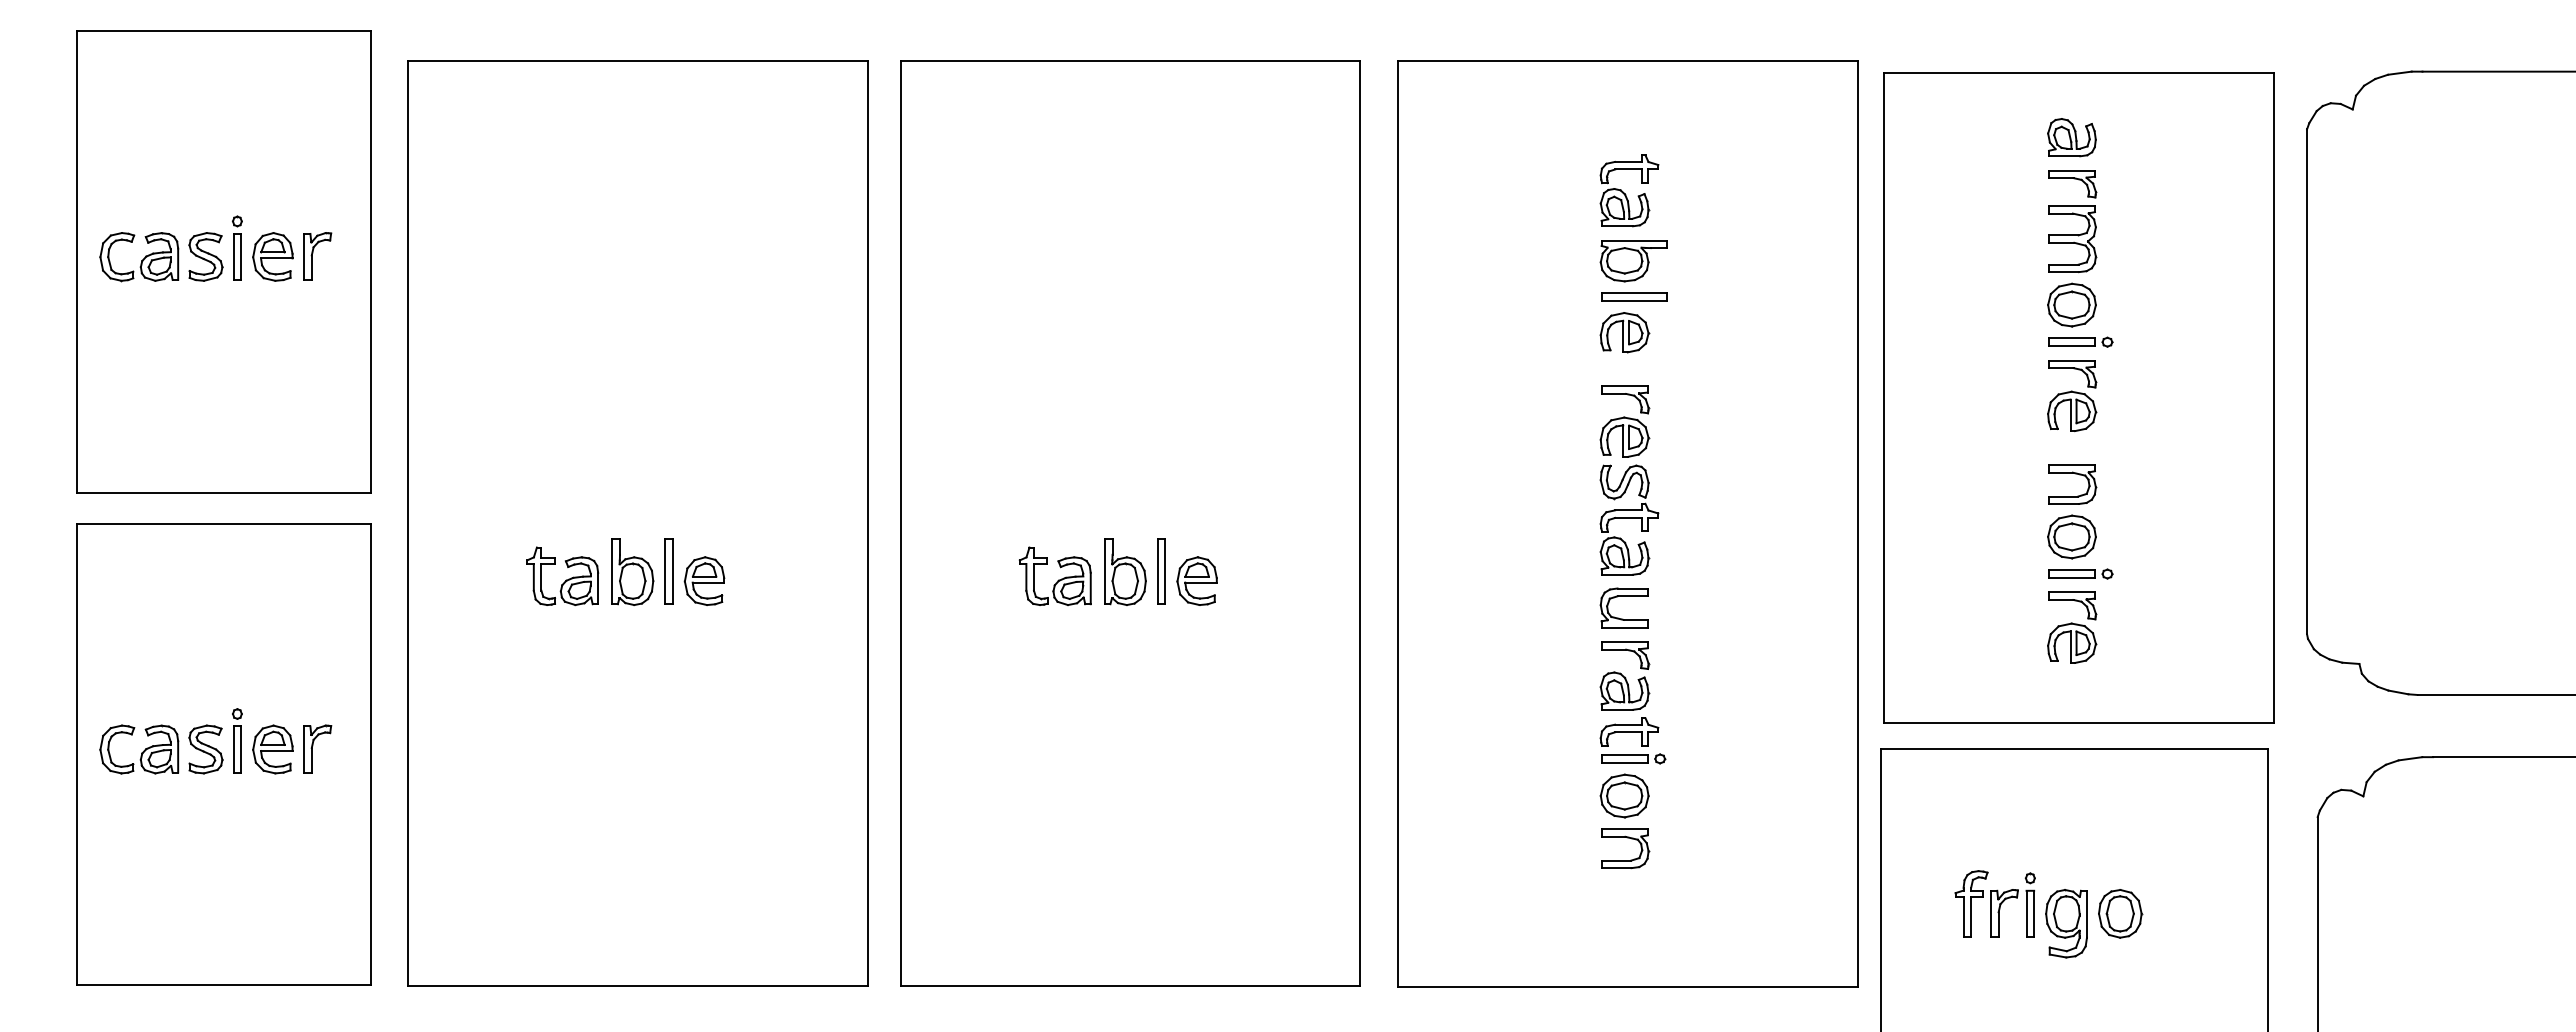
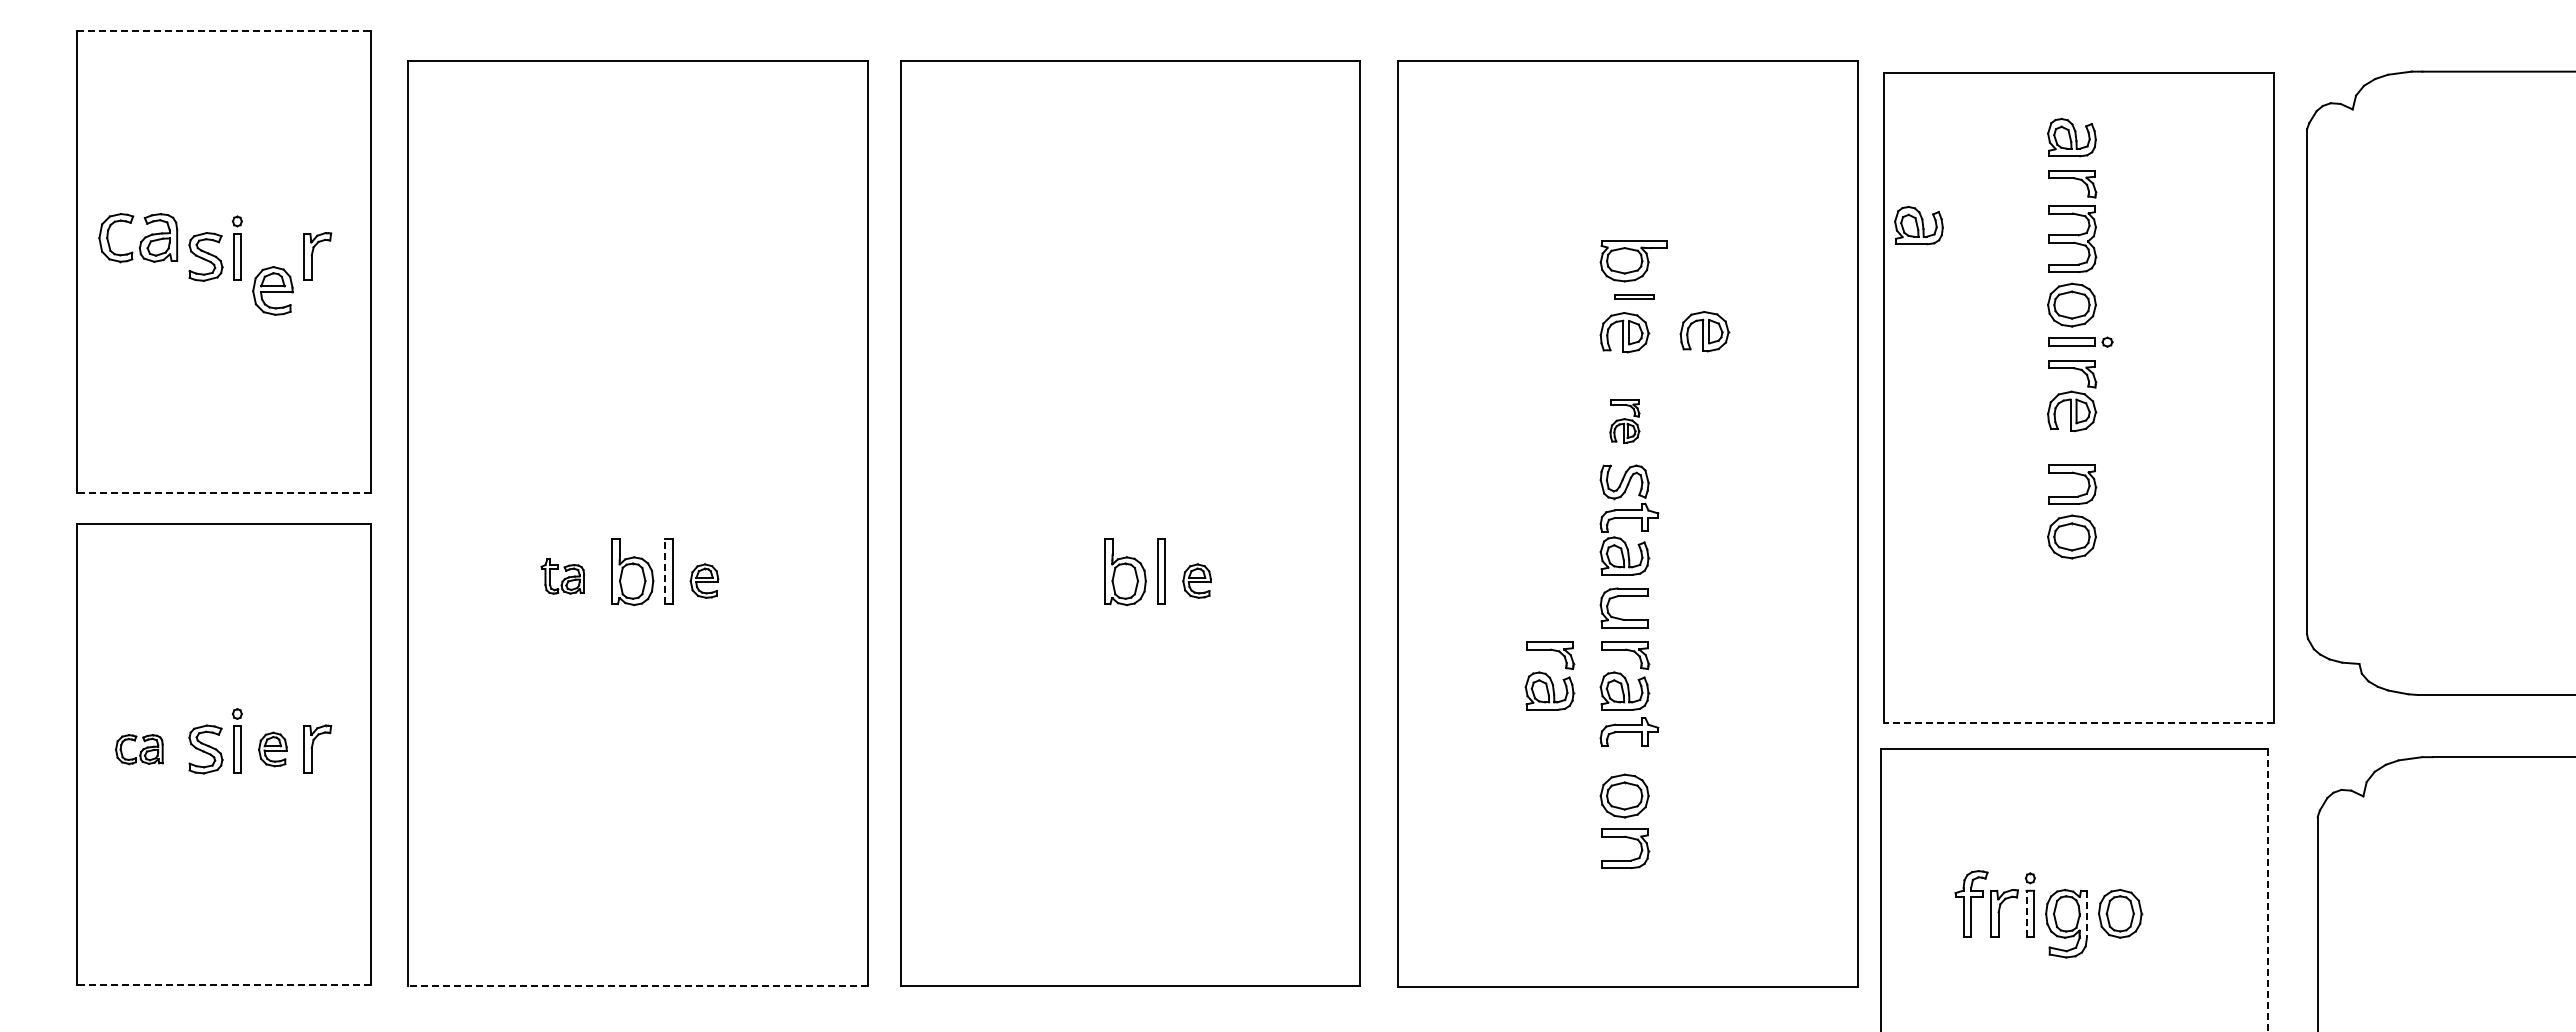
line at (223, 31): solid -> dashed
part at (1629, 190): present -> none
part at (1918, 225): none -> present
part at (272, 256) position: (272, 256) -> (272, 290)
part at (139, 257) position: (139, 257) -> (138, 238)
part at (1634, 296) size: 67x10 px -> 41x6 px
part at (1704, 331): none -> present
part at (1624, 421) size: 52x73 px -> 32x45 px
line at (223, 492): solid -> dashed
line at (665, 571): solid -> dashed
part at (2080, 573): present -> none
part at (1054, 575): present -> none
part at (562, 576) size: 74x61 px -> 45x37 px
part at (704, 580) size: 43x50 px -> 31x36 px
part at (1196, 580) size: 42x50 px -> 30x36 px
part at (2072, 627): present -> none
part at (1549, 675): none -> present
line at (2078, 722): solid -> dashed
part at (139, 749) size: 81x51 px -> 49x32 px
part at (272, 749) size: 42x51 px -> 30x37 px
part at (1633, 758): present -> none
line at (2267, 890): solid -> dashed
line at (2026, 913): solid -> dashed
line at (2086, 914): solid -> dashed
line at (223, 985): solid -> dashed
line at (638, 986): solid -> dashed
